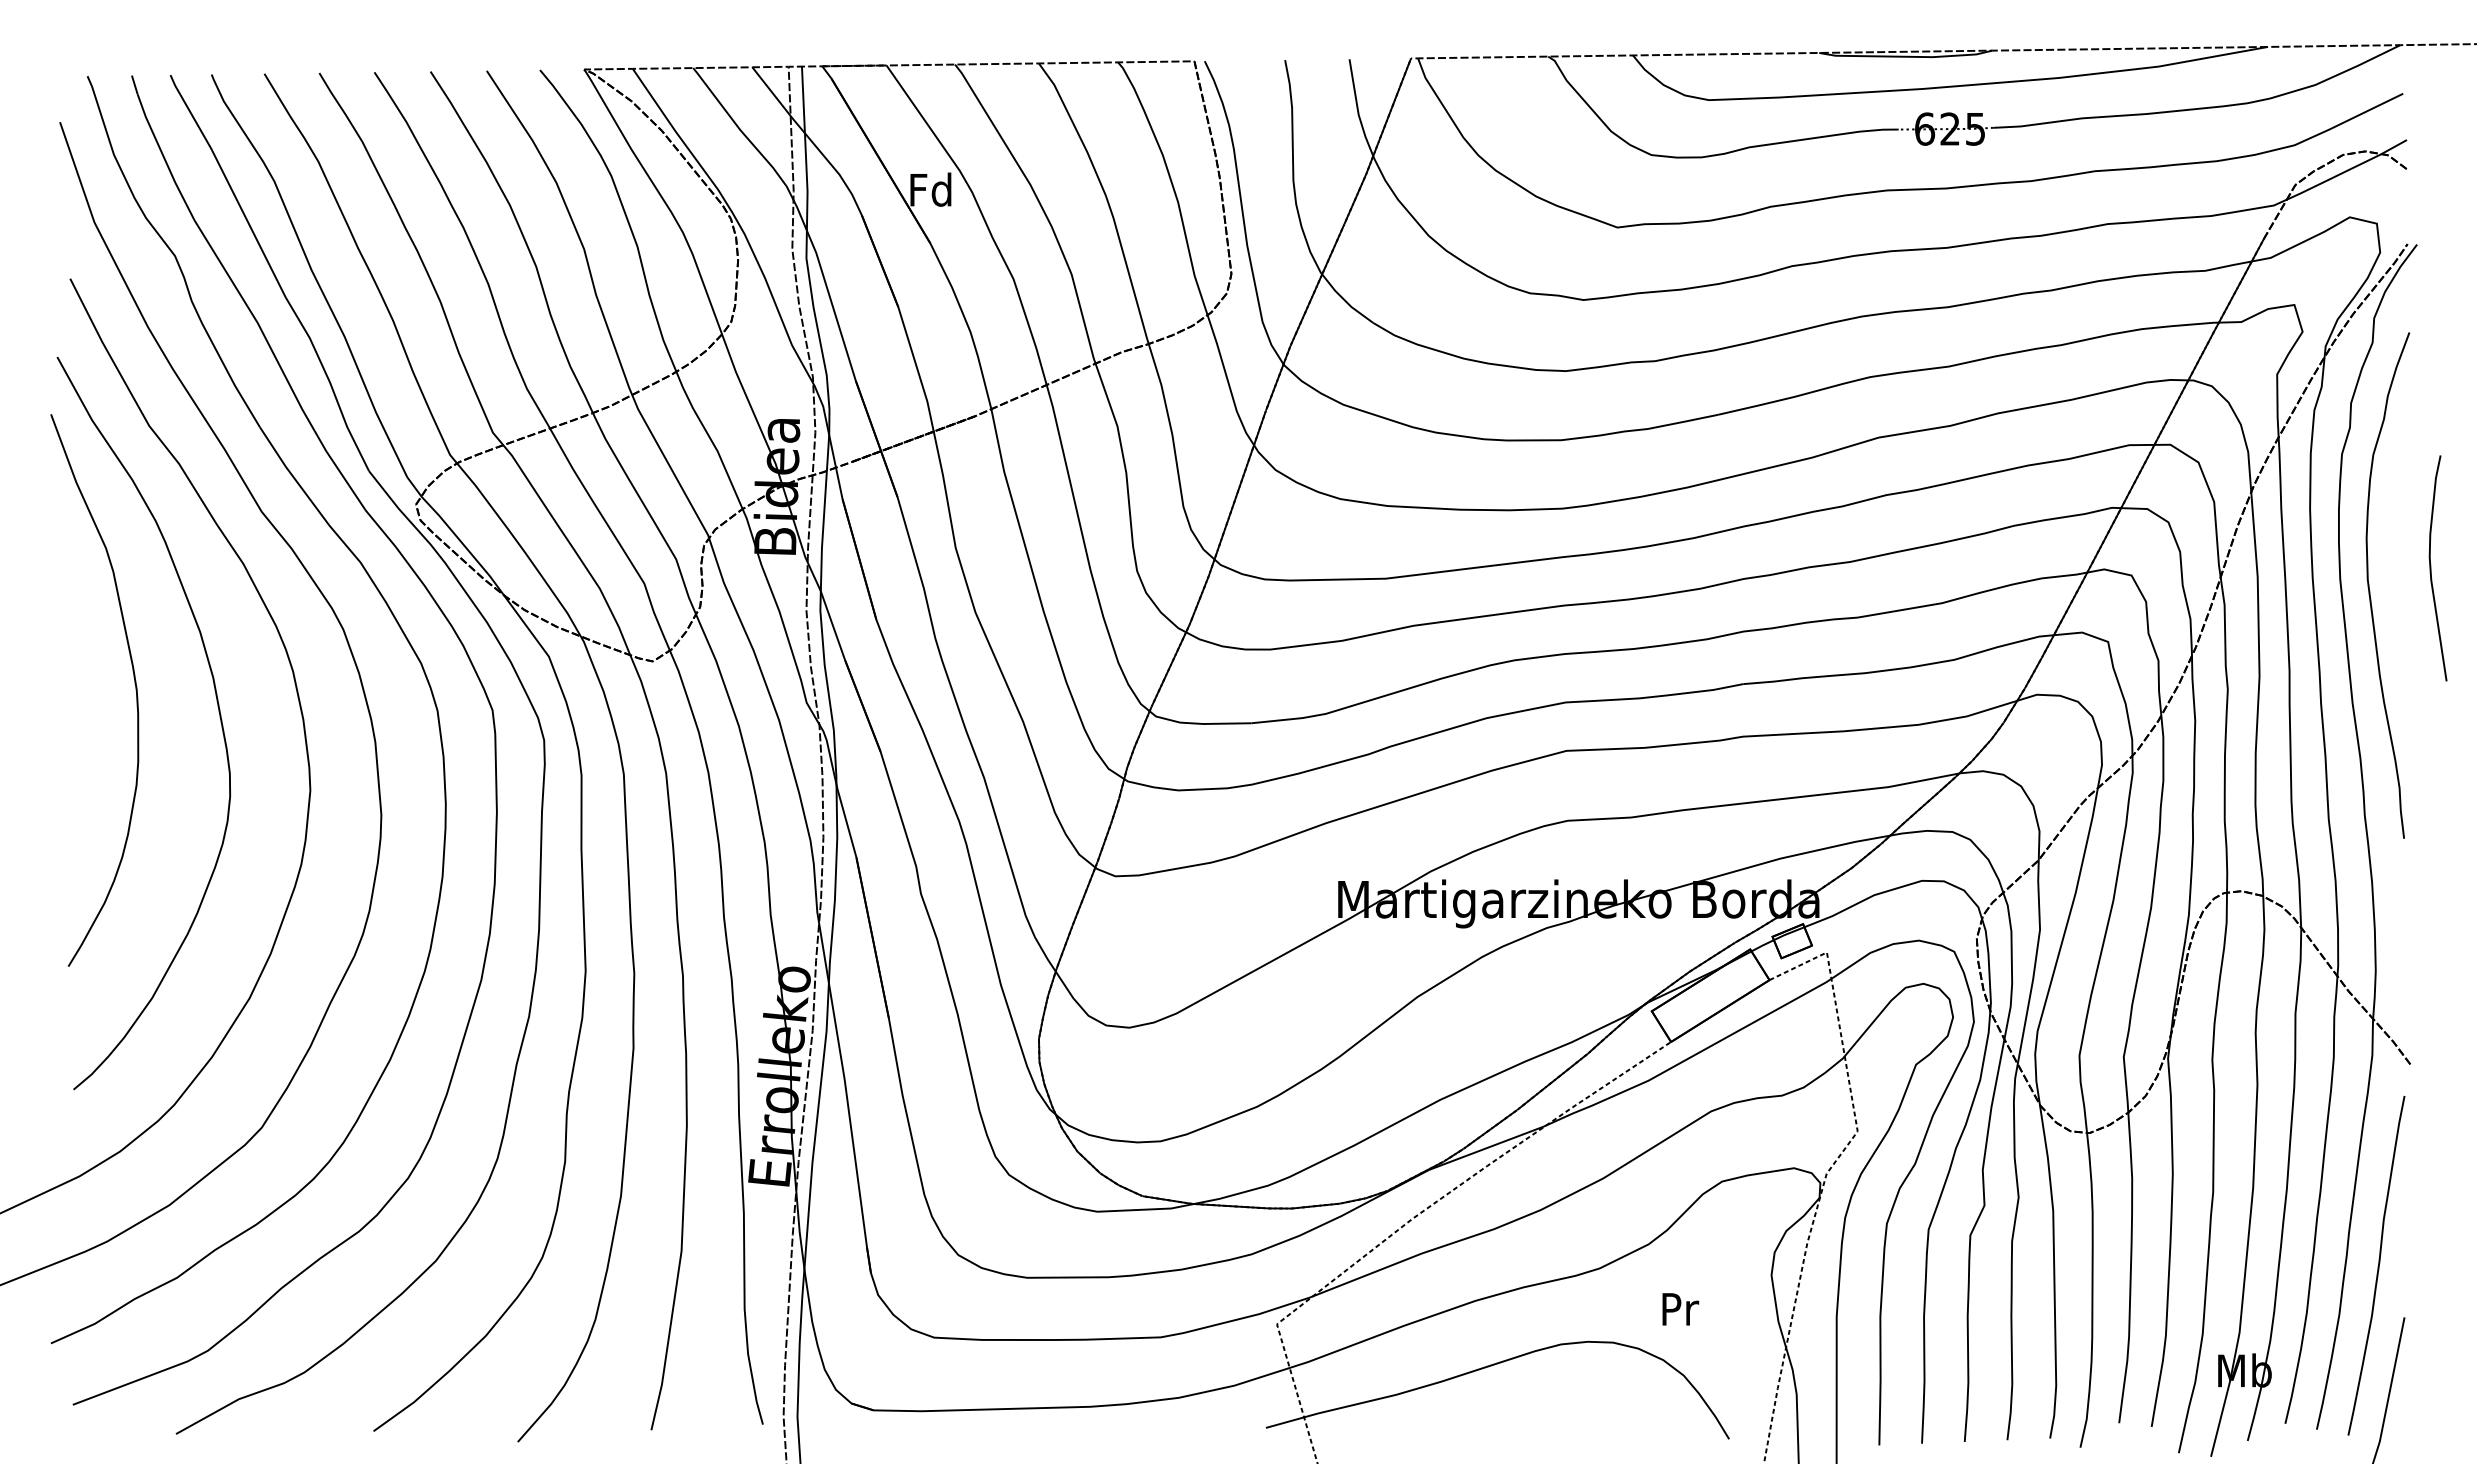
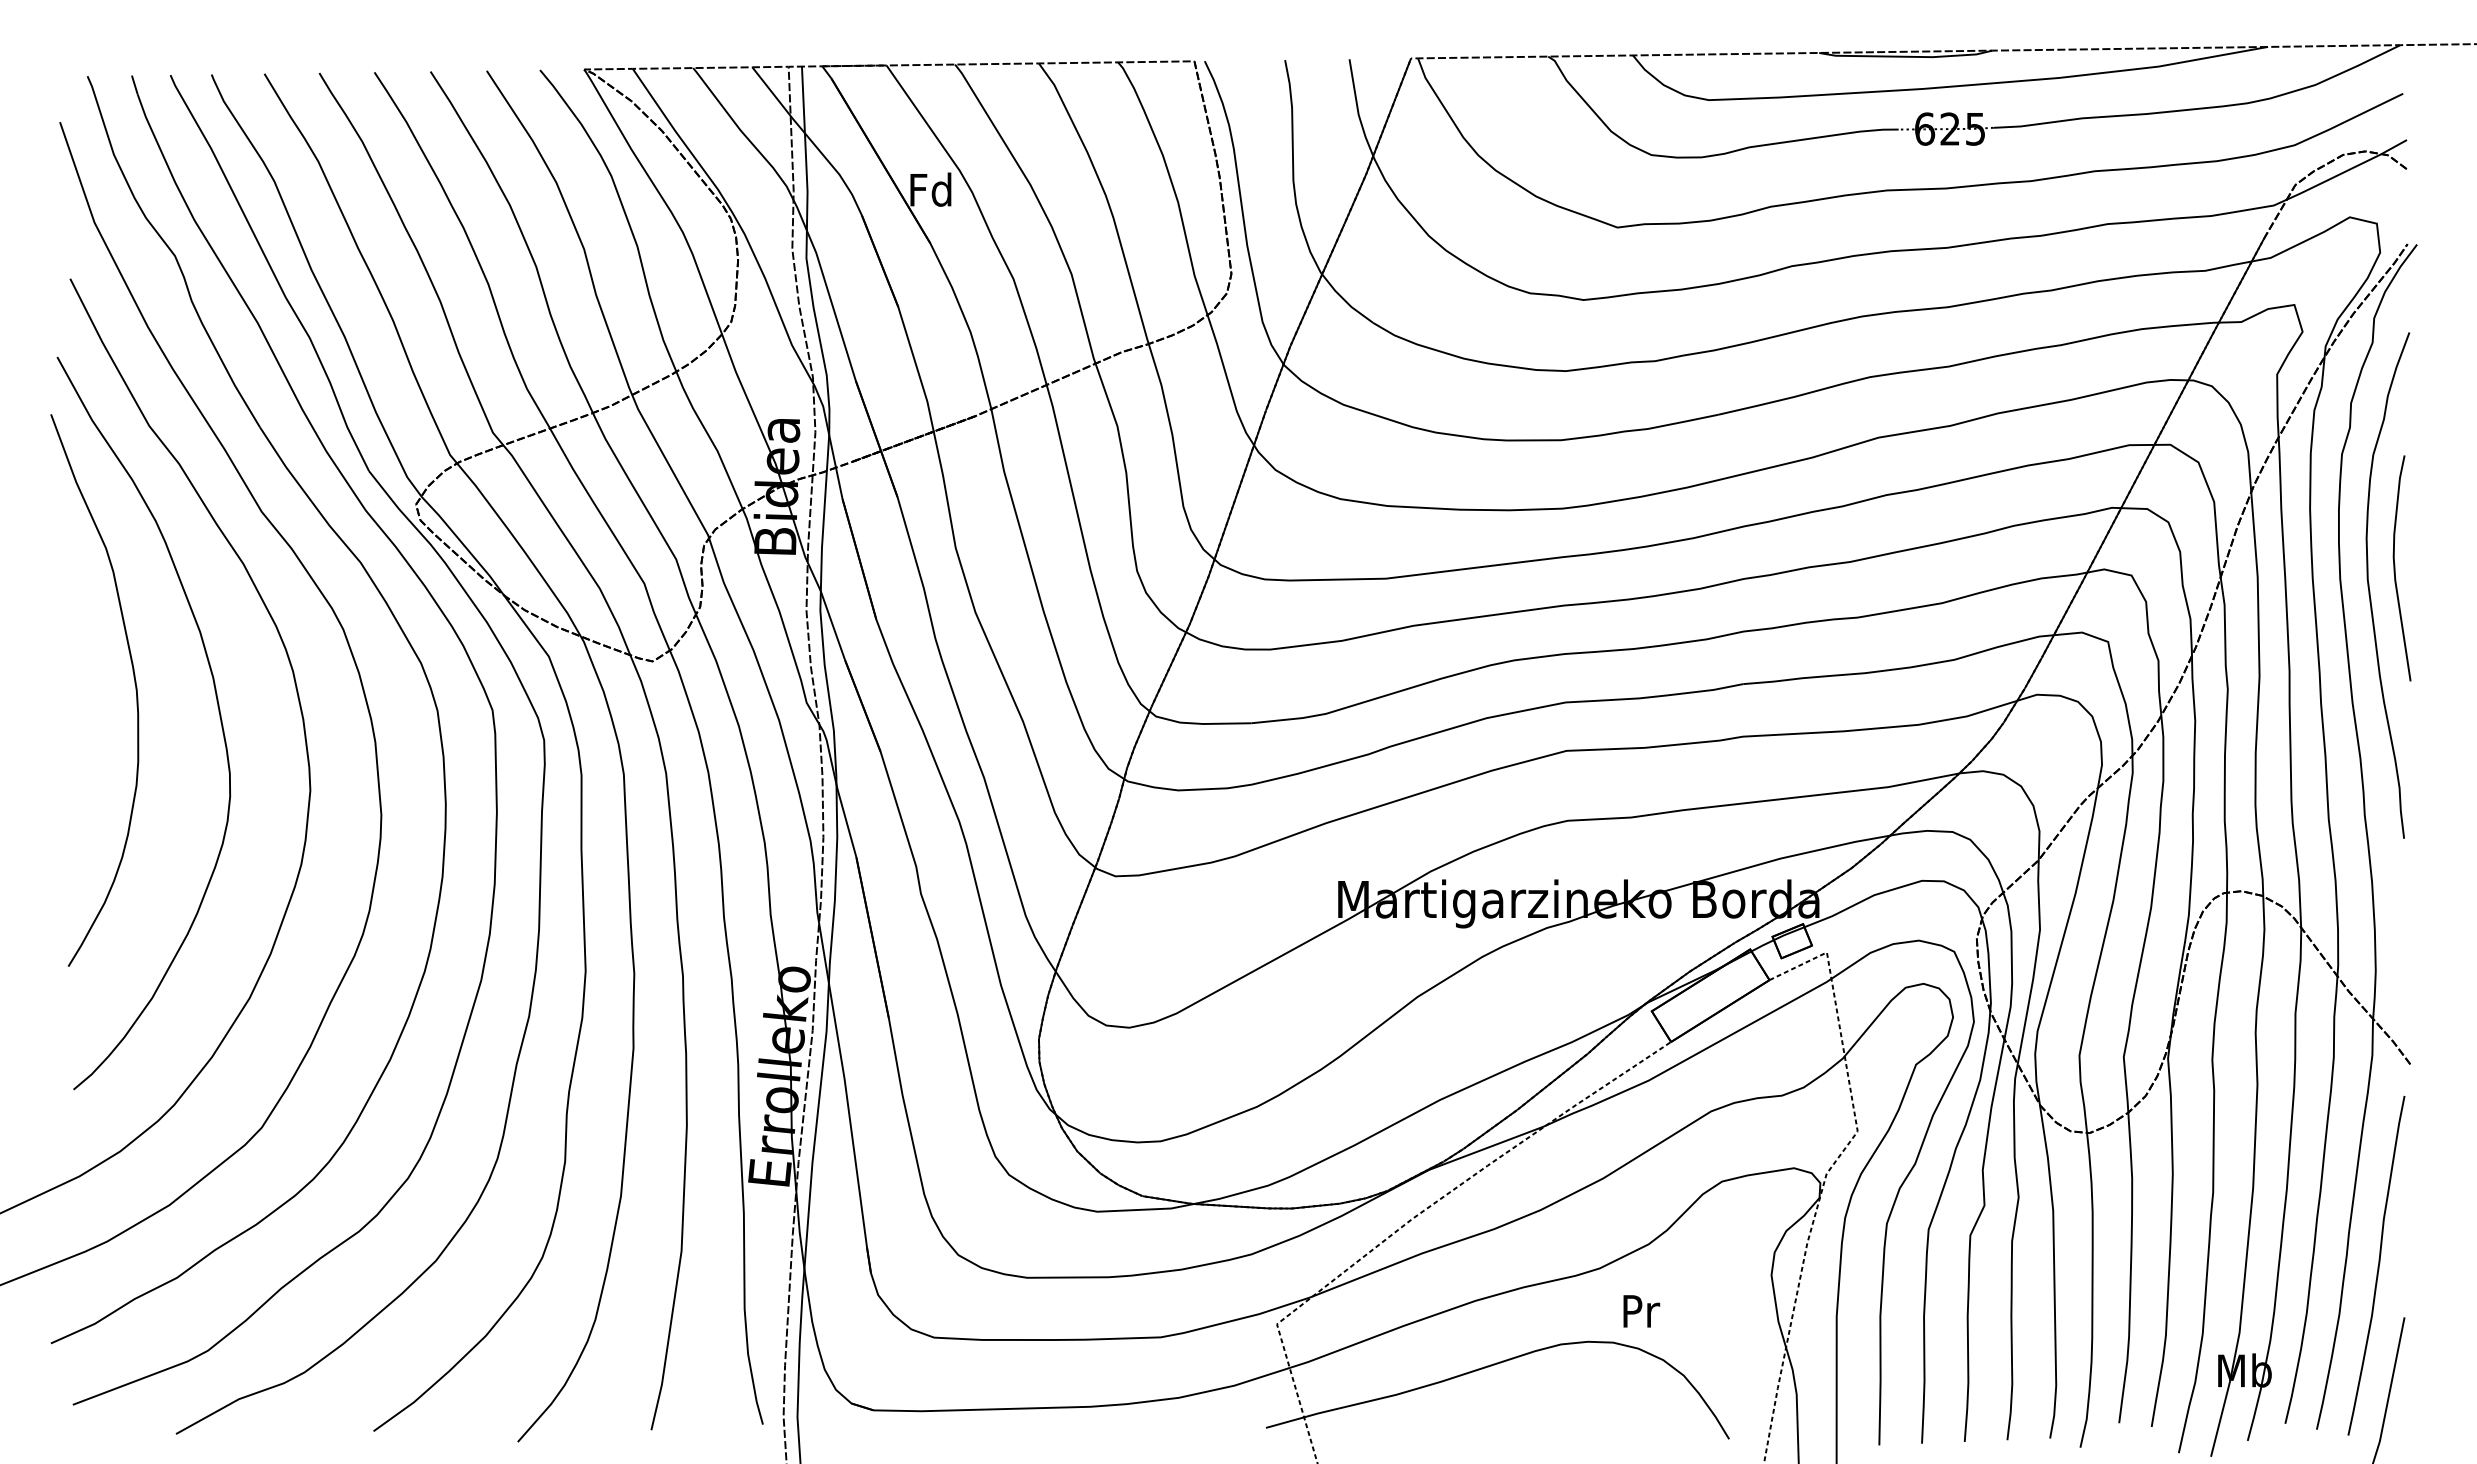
curve at (2431, 568) position: (2431, 568) -> (2395, 568)
text at (1680, 1309) position: (1680, 1309) -> (1641, 1311)
